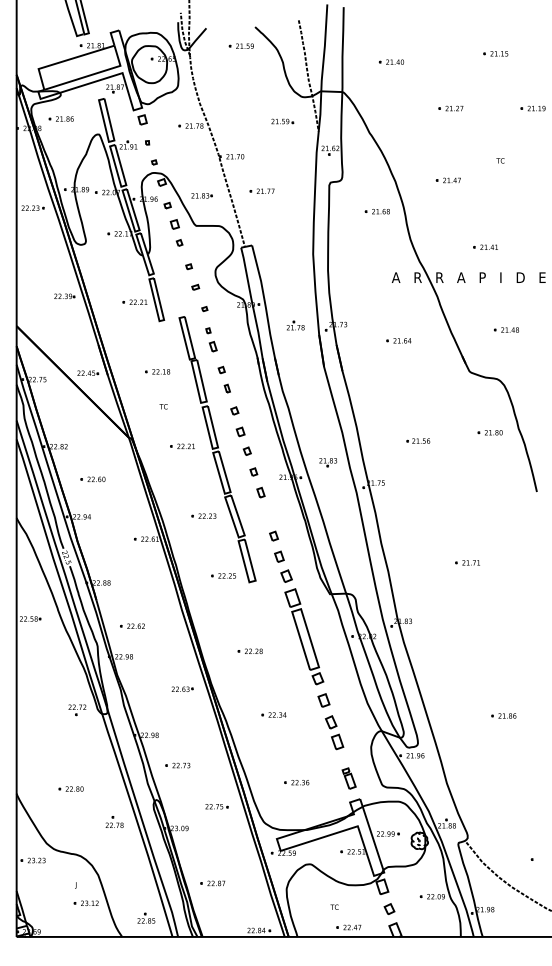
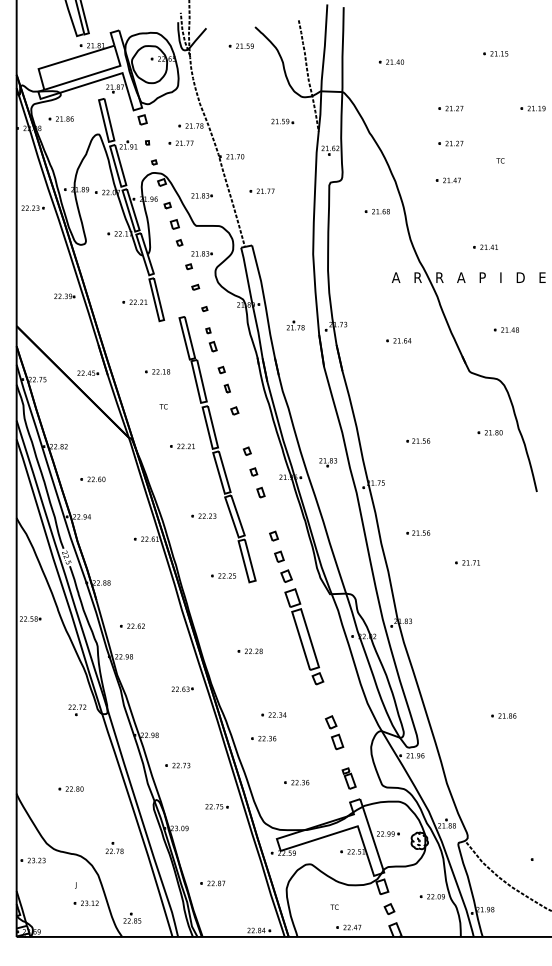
part at (180, 142): none -> present
part at (450, 143): none -> present
part at (201, 253): none -> present
part at (240, 431): present -> none
part at (418, 532): none -> present
part at (323, 700): present -> none
part at (263, 738): none -> present
part at (114, 821) position: (114, 821) -> (114, 847)
part at (146, 917) position: (146, 917) -> (132, 917)
